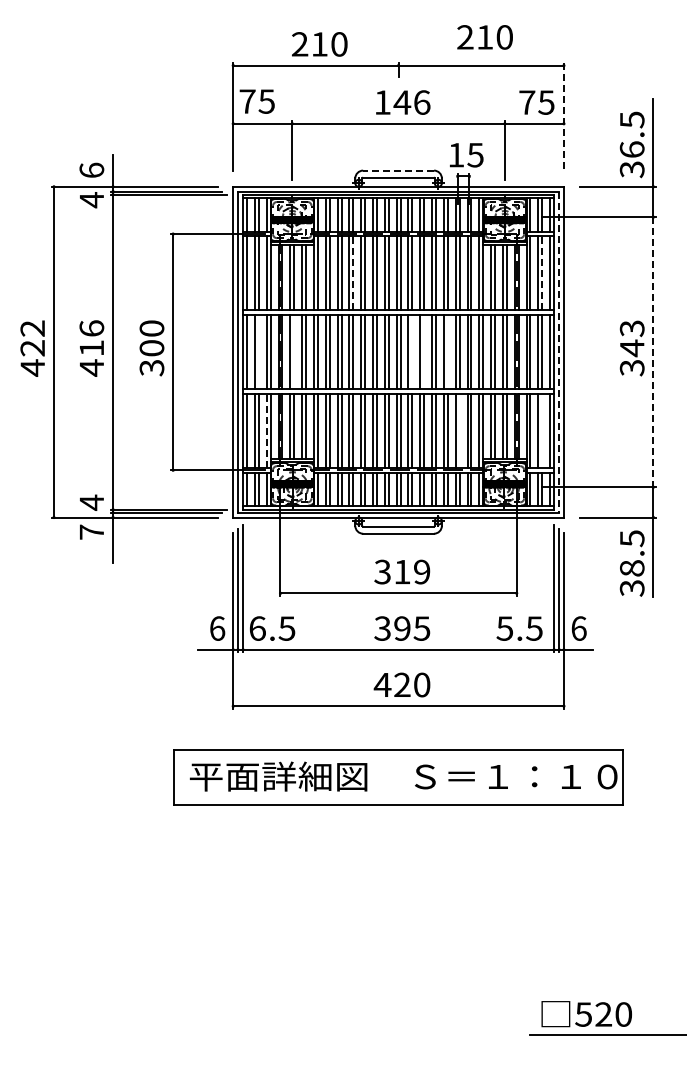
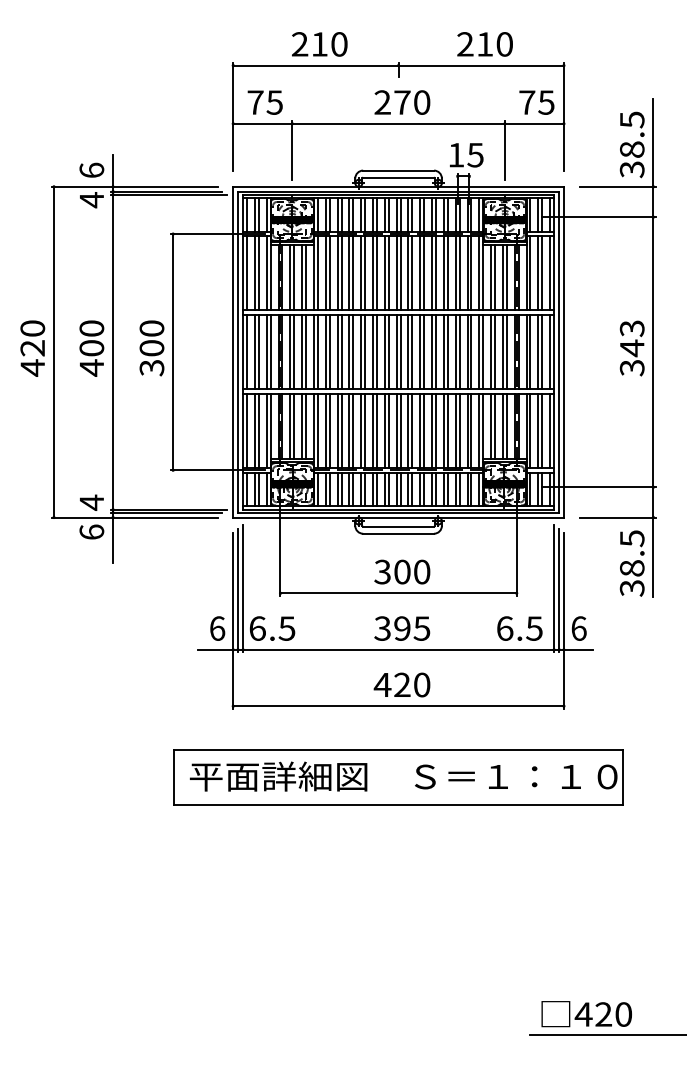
text at (484, 37) position: (484, 37) -> (484, 44)
text at (256, 101) position: (256, 101) -> (264, 102)
text at (402, 102): 146 -> 270
line at (563, 117): dashed -> solid
text at (631, 149): 36.5 -> 38.5
line at (398, 170): dashed -> solid
line at (353, 272): dashed -> solid
line at (542, 272): dashed -> solid
text at (32, 328): 422 -> 420
text at (91, 338): 416 -> 400
line at (258, 352): none -> present
line at (294, 352): none -> present
line at (412, 352): none -> present
line at (424, 352): none -> present
line at (447, 352): none -> present
line at (559, 352): dashed -> solid
line at (653, 352): dashed -> solid
line at (266, 430): dashed -> solid
line at (459, 430): none -> present
line at (542, 430): none -> present
text at (91, 531): 7 -> 6
text at (412, 571): 319 -> 300
text at (504, 628): 5.5 -> 6.5
text at (583, 1014): 520 -> 420
